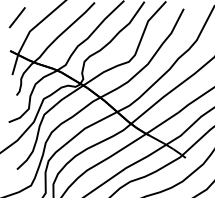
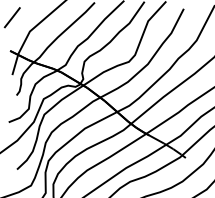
line at (16, 17) position: (16, 17) -> (11, 17)
